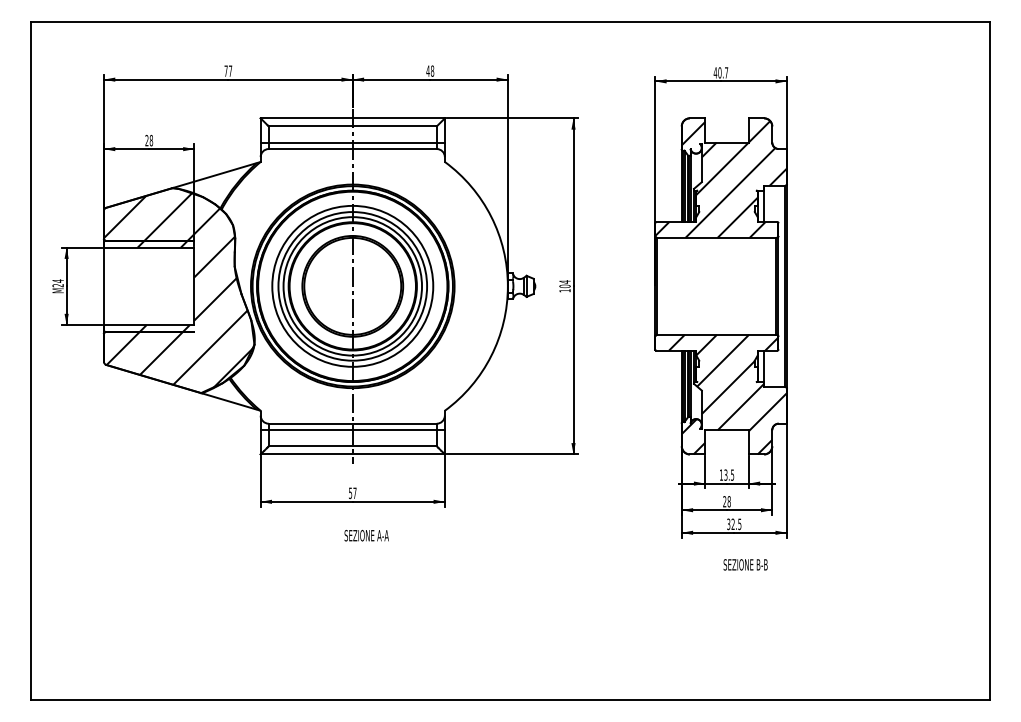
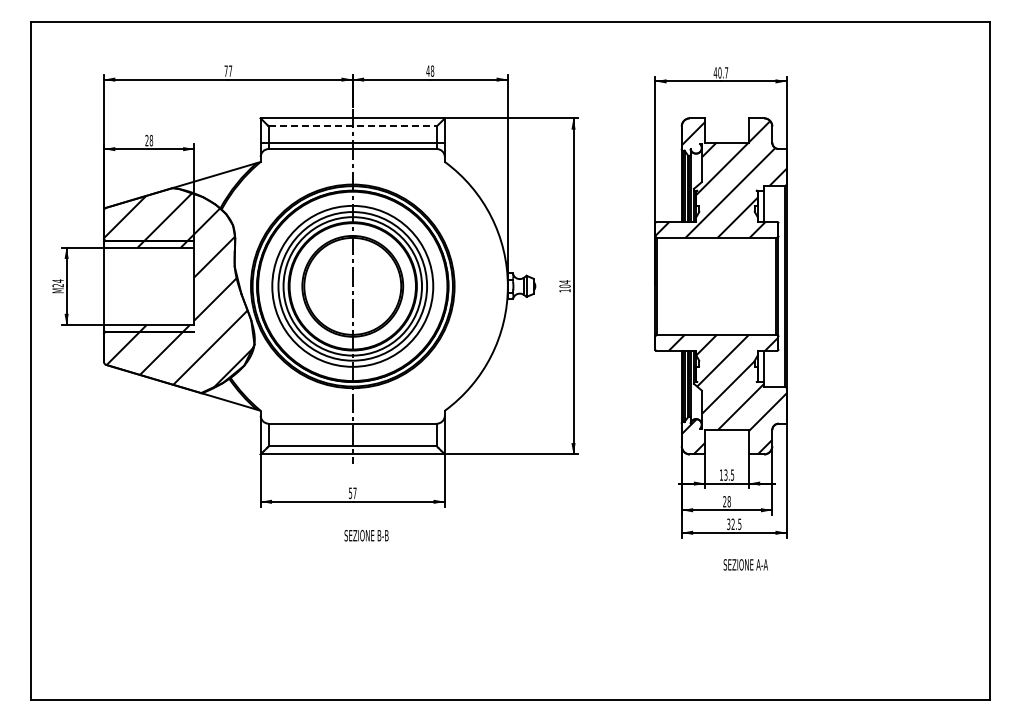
line at (353, 126): solid -> dashed
line at (352, 430): present -> none
text at (382, 535): SEZIONE A-A -> SEZIONE B-B
text at (761, 564): SEZIONE B-B -> SEZIONE A-A
